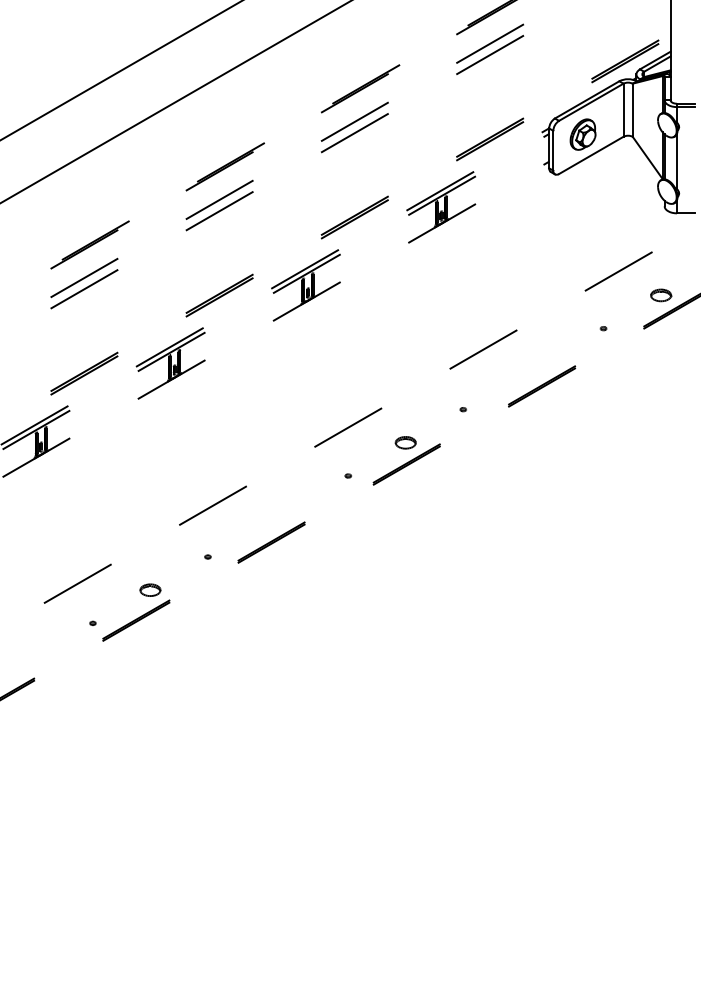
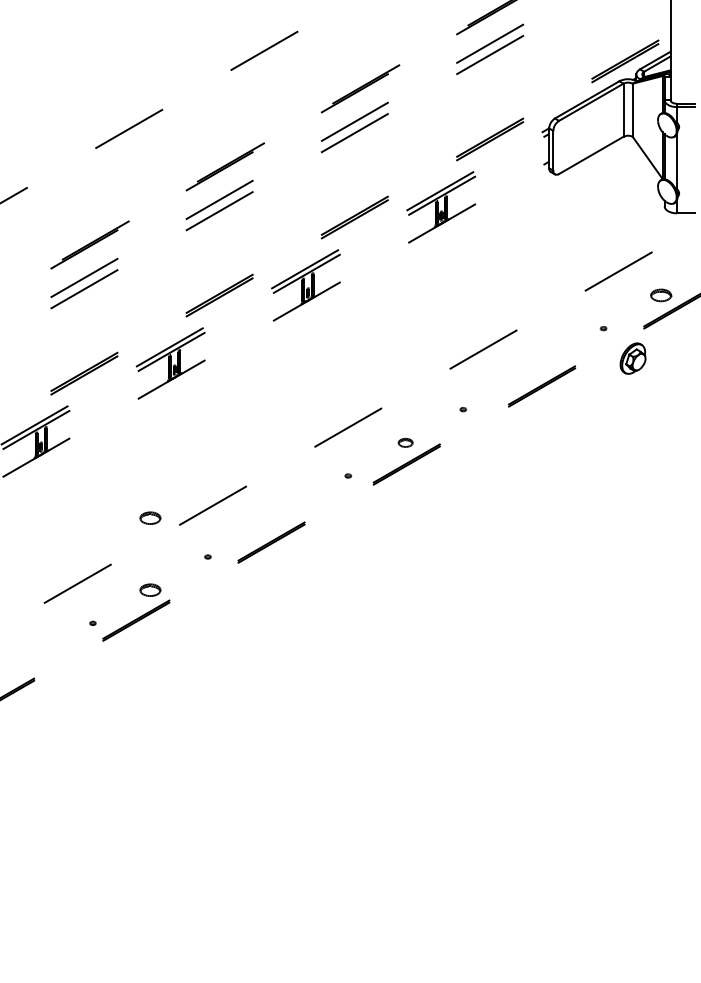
line at (120, 70): present -> none
line at (176, 101): solid -> dashed
part at (582, 134) position: (582, 134) -> (632, 358)
part at (405, 442) size: 23x14 px -> 17x11 px
part at (150, 517): none -> present
